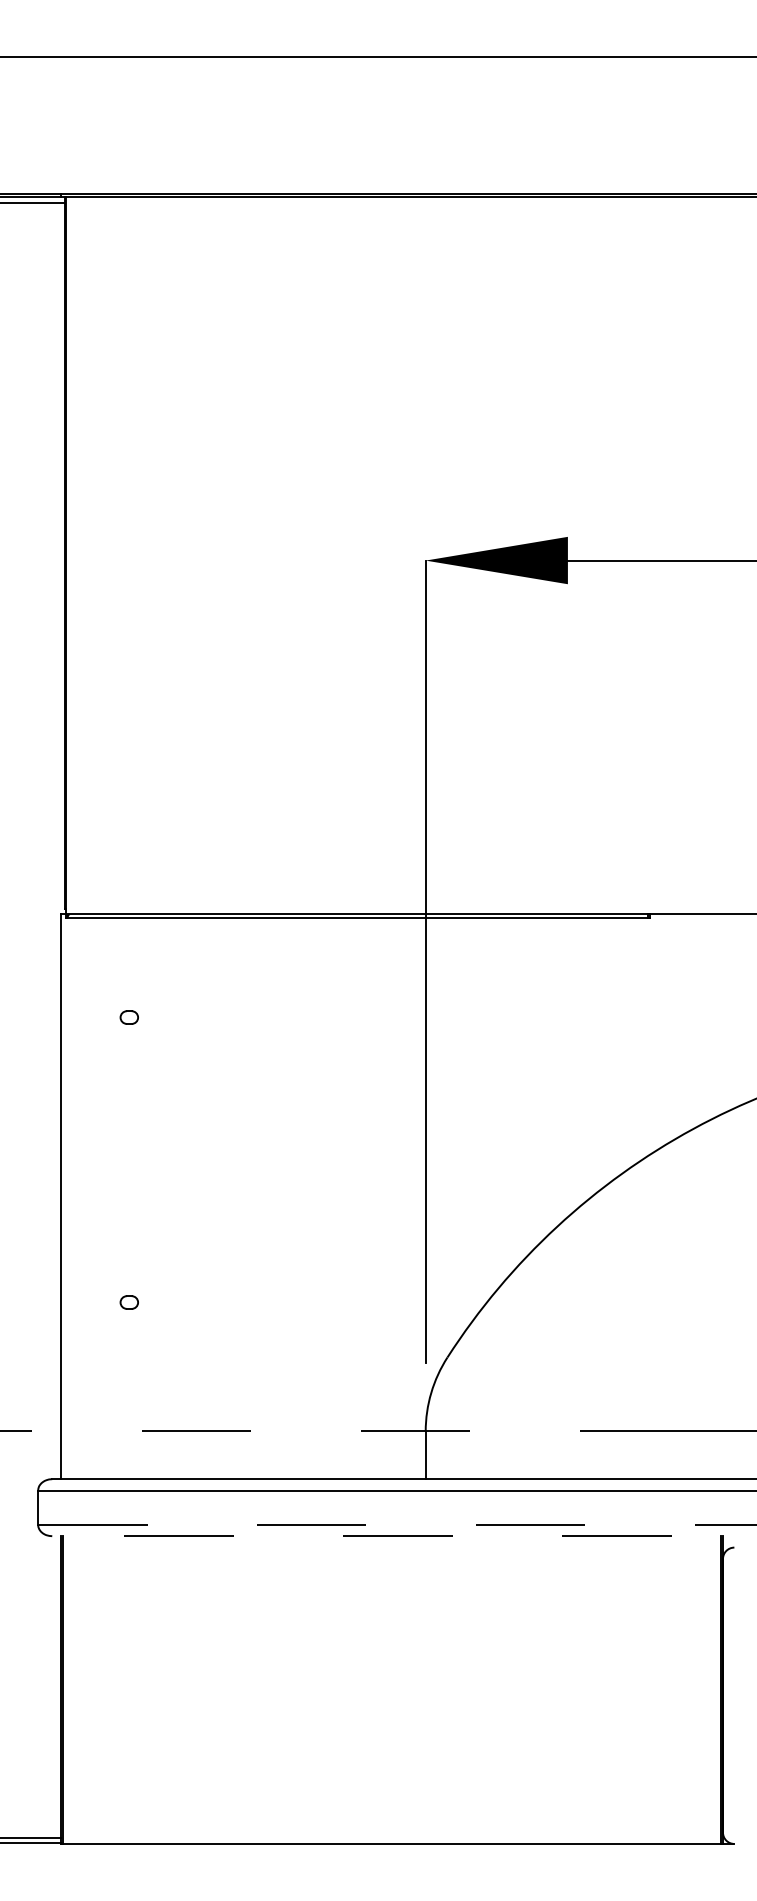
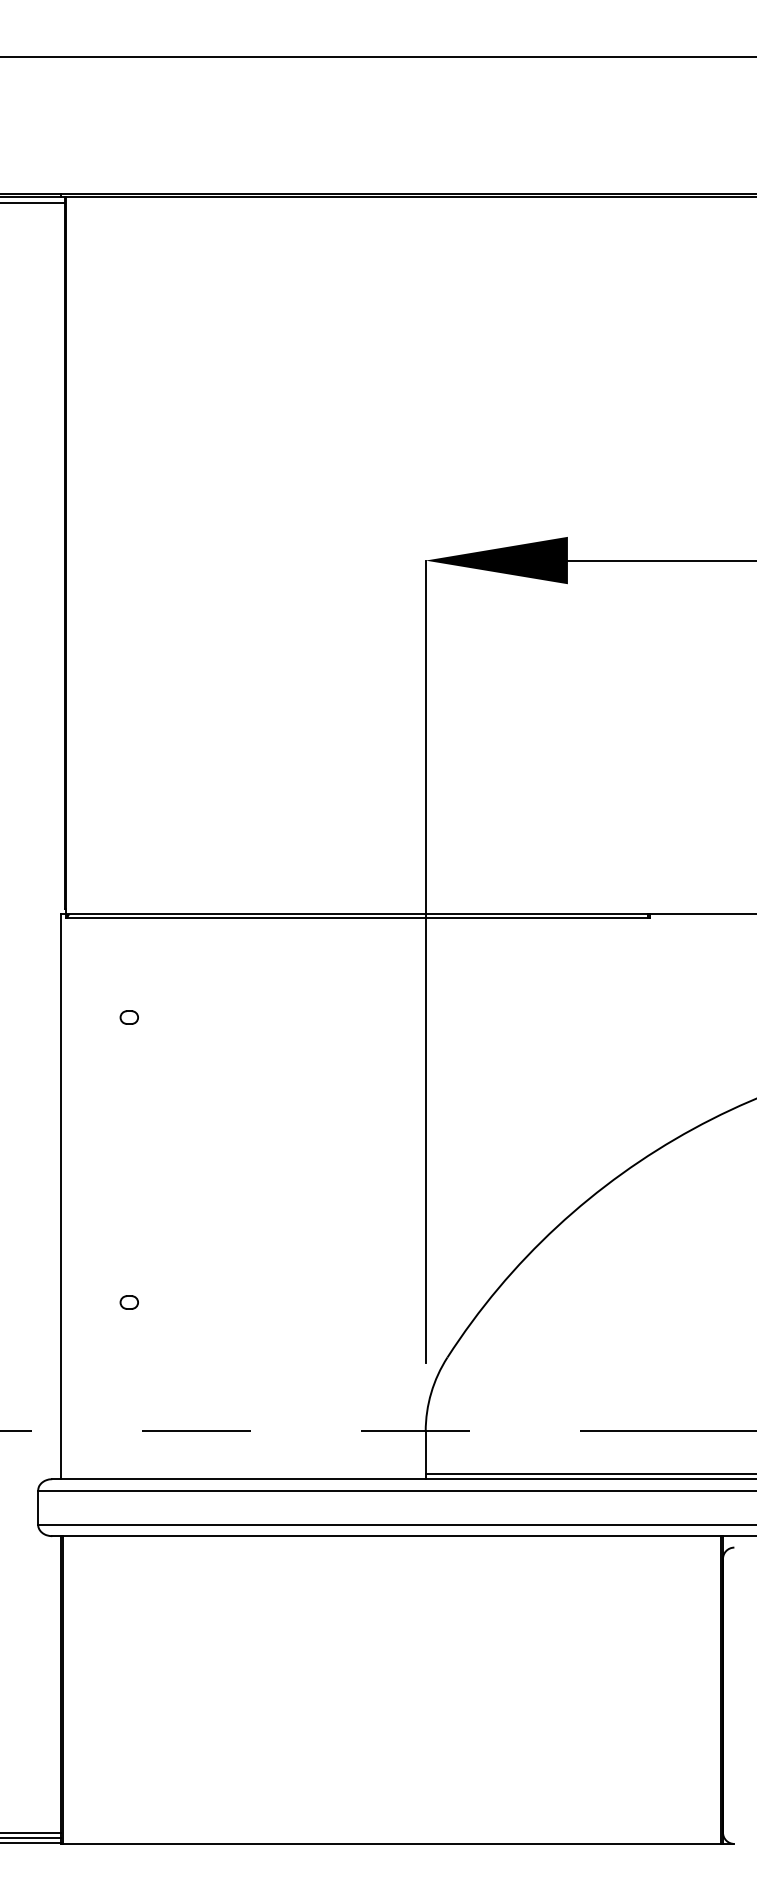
line at (589, 1473): none -> present
line at (398, 1524): dashed -> solid
line at (404, 1536): dashed -> solid
line at (31, 1832): none -> present
